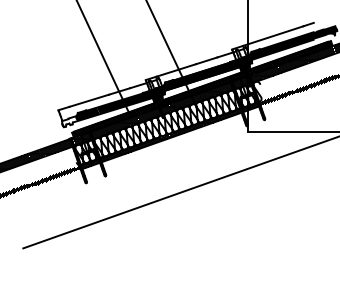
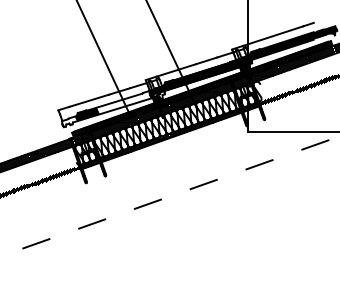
fill at (130, 102): present -> none
line at (181, 192): solid -> dashed
